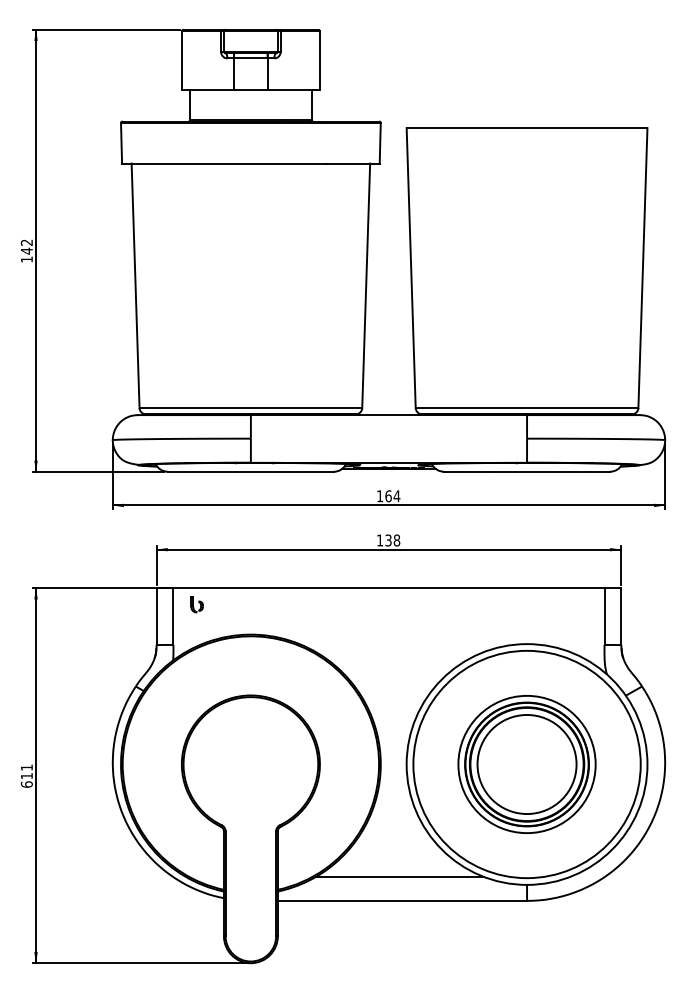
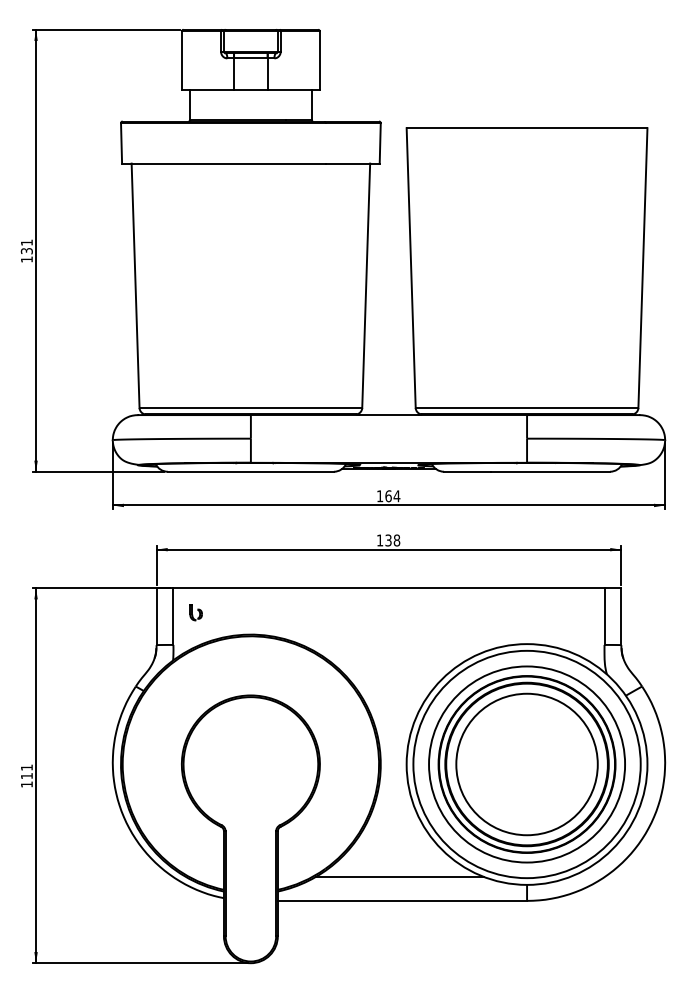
text at (26, 246): 142 -> 131
part at (196, 604) position: (196, 604) -> (195, 612)
part at (526, 764) size: 140x139 px -> 198x199 px
text at (26, 784): 611 -> 111
